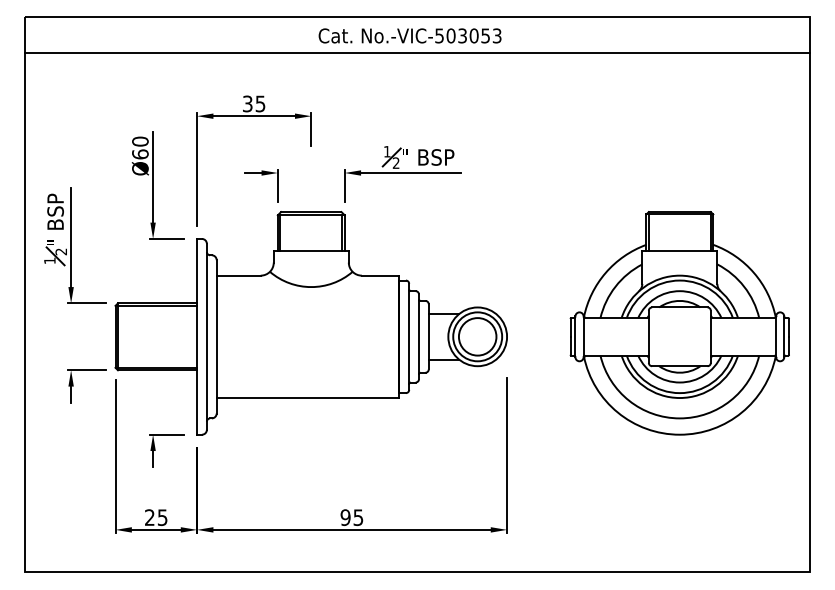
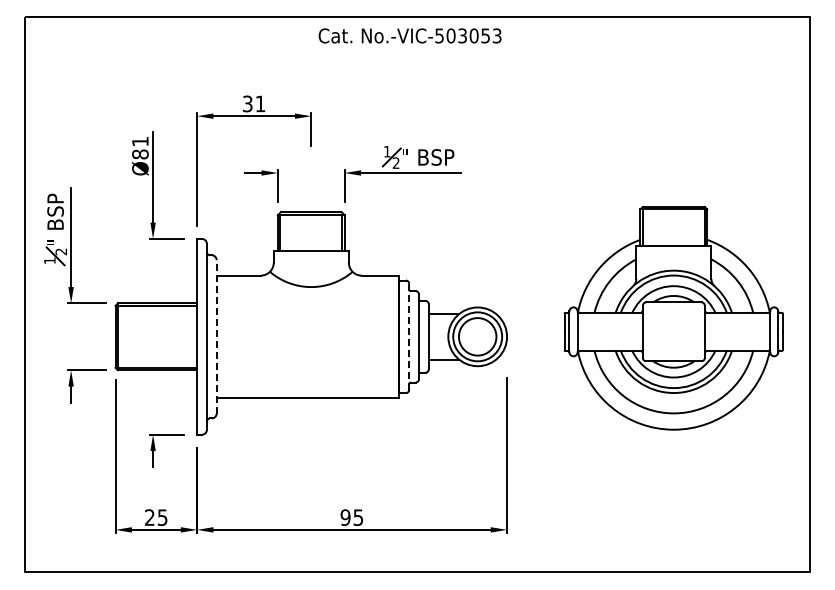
line at (417, 53): present -> none
text at (260, 103): 35 -> 31
text at (140, 147): Ø60 -> Ø81
part at (679, 323) position: (679, 323) -> (673, 318)
line at (409, 334): solid -> dashed
line at (216, 336): solid -> dashed
